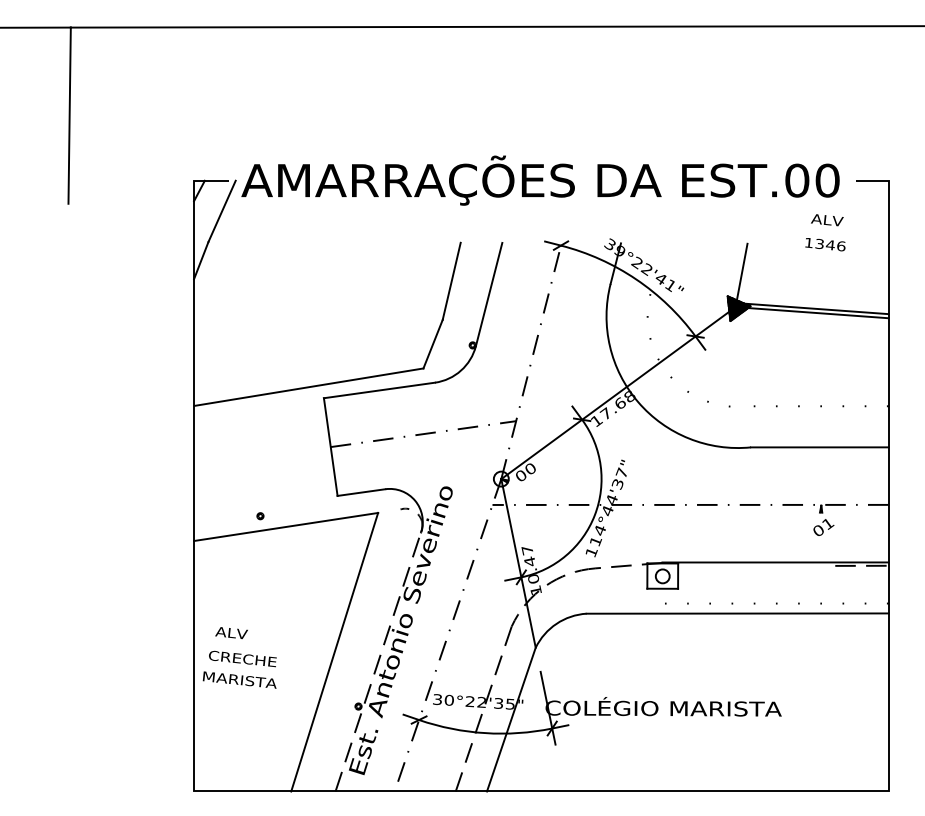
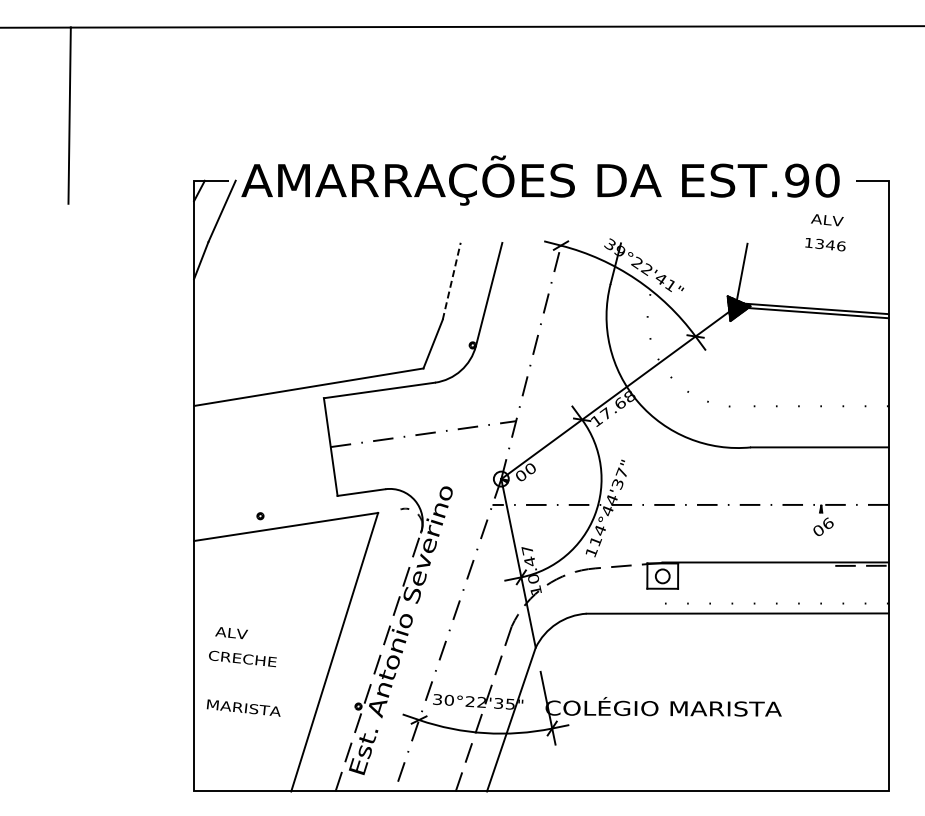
text at (797, 180): EST.00 -> EST.90
line at (451, 281): solid -> dashed
text at (828, 523): 01 -> 06
text at (239, 679) position: (239, 679) -> (243, 707)
